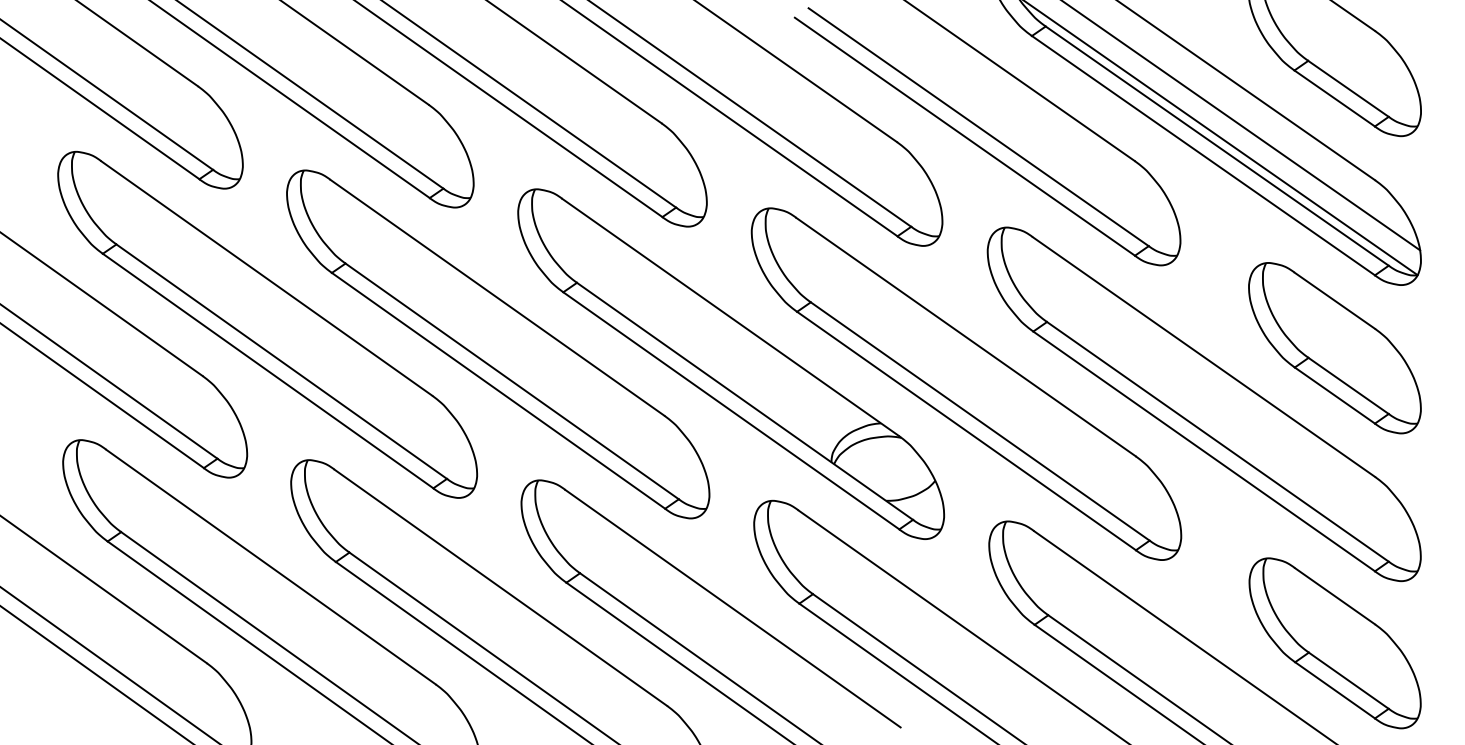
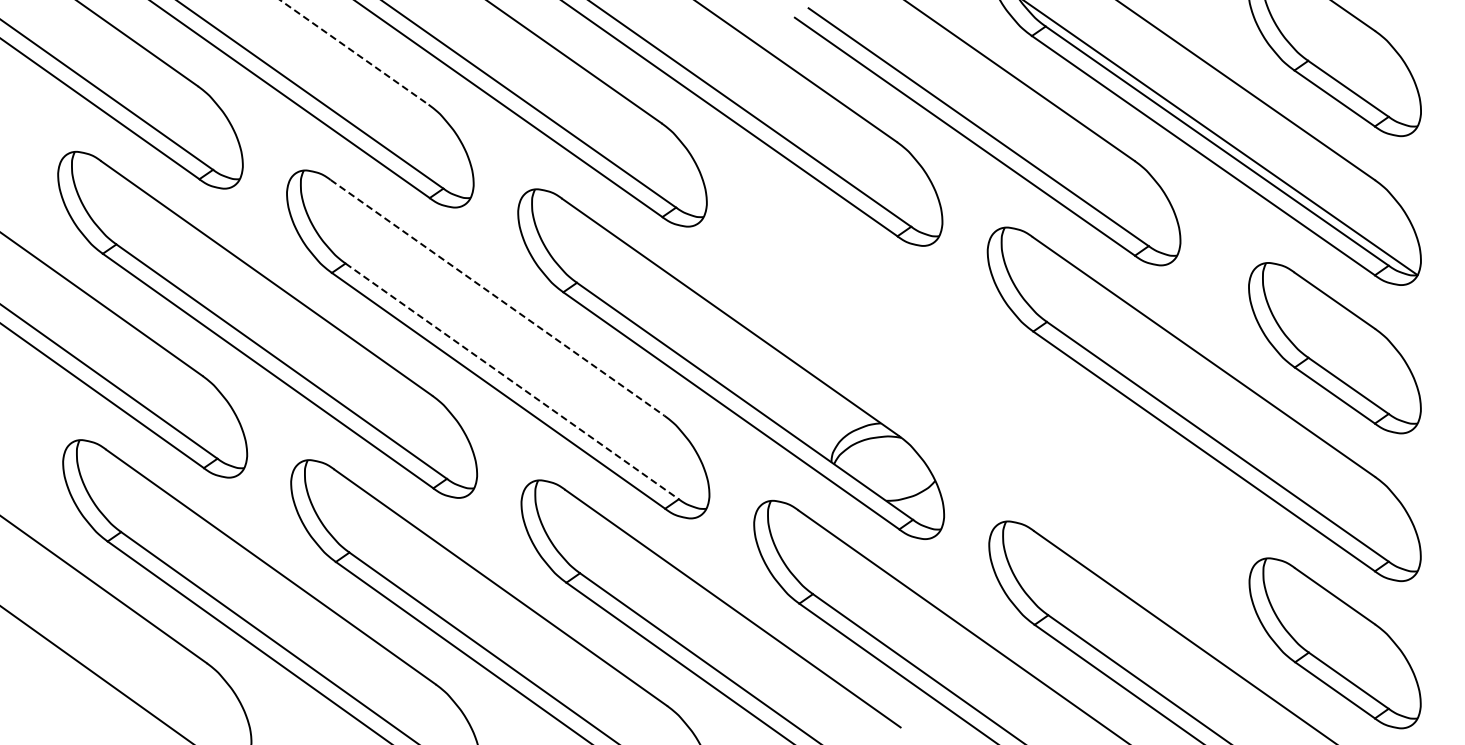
line at (354, 52): solid -> dashed
line at (1242, 126): present -> none
line at (497, 298): solid -> dashed
line at (512, 381): solid -> dashed
part at (966, 383): present -> none
line at (109, 664): present -> none
